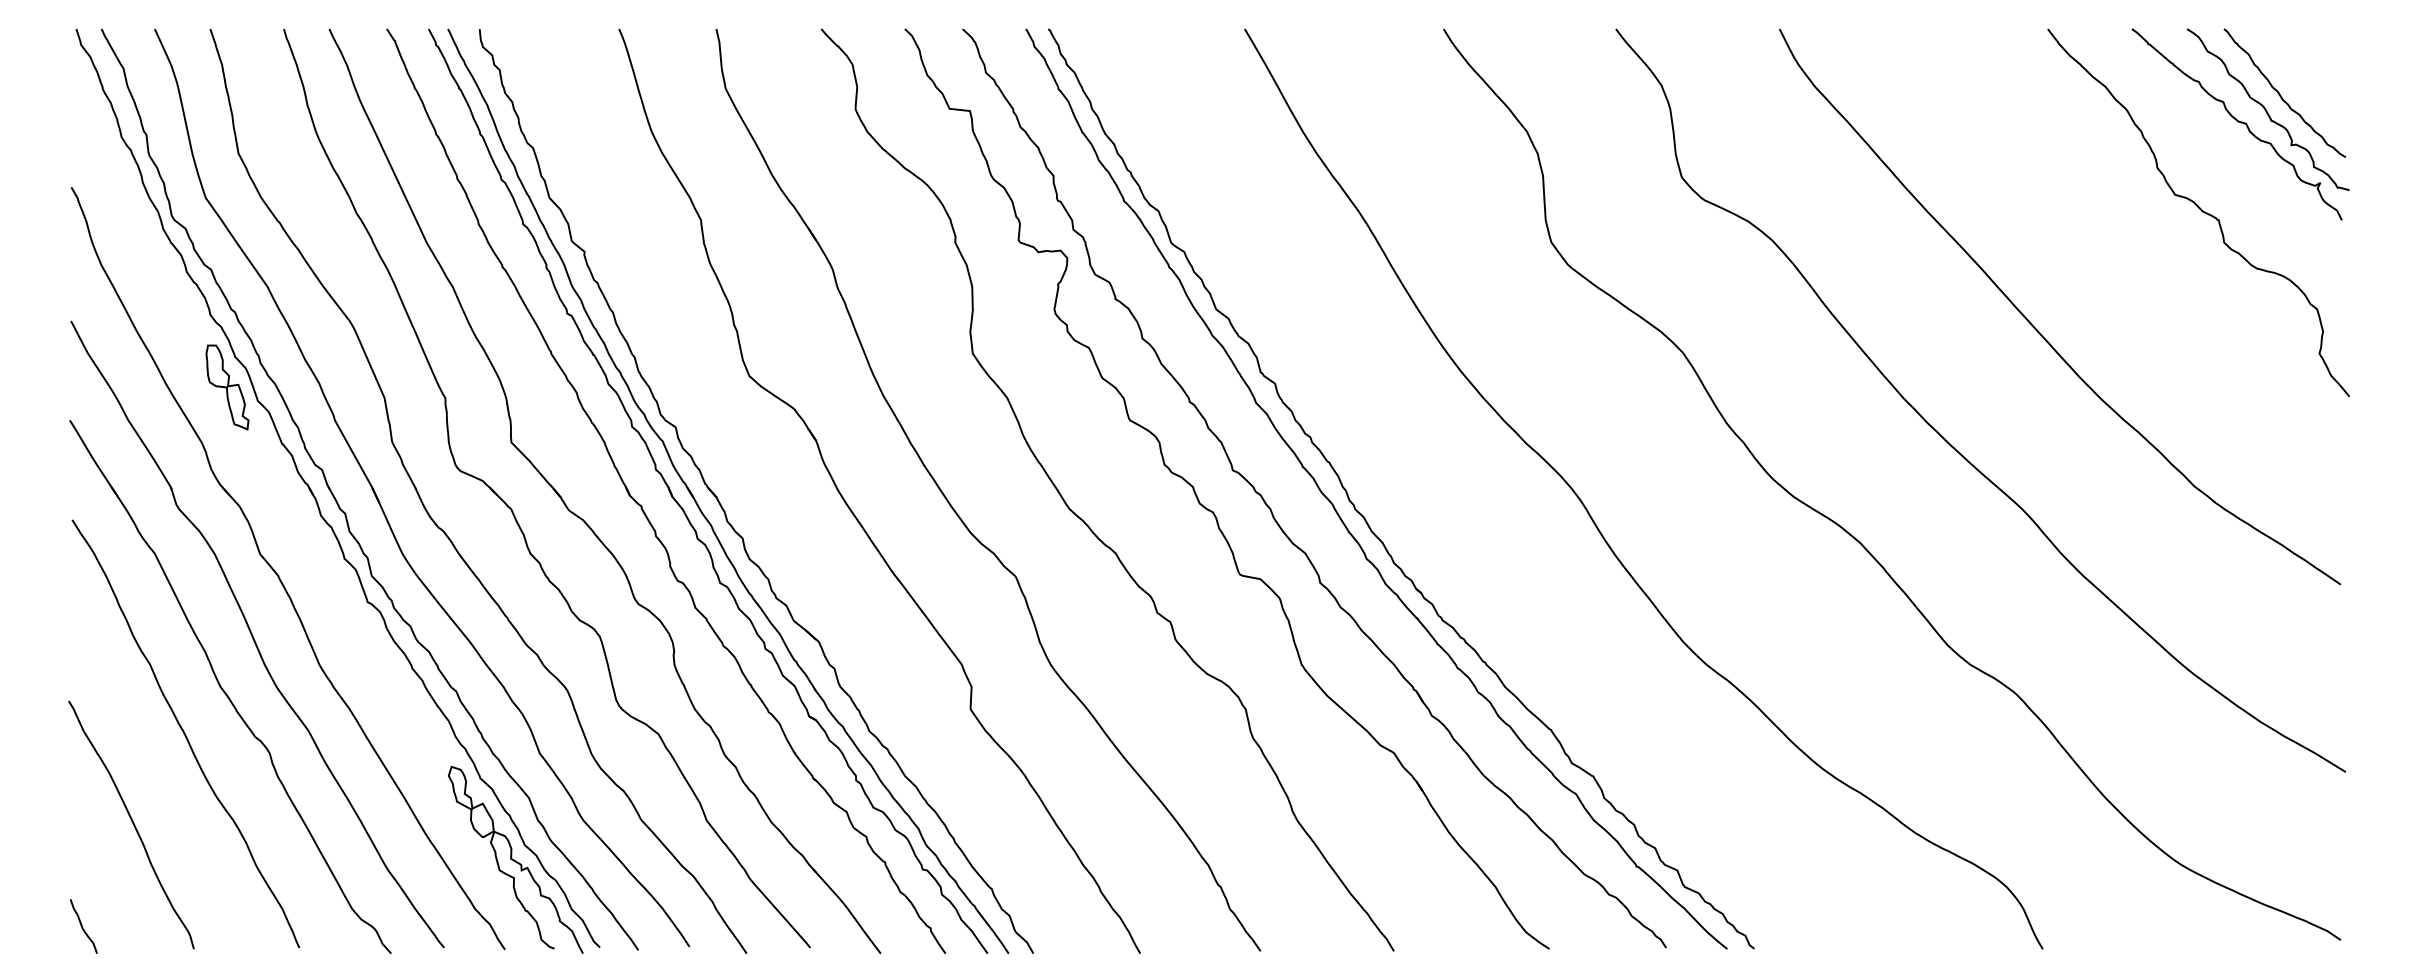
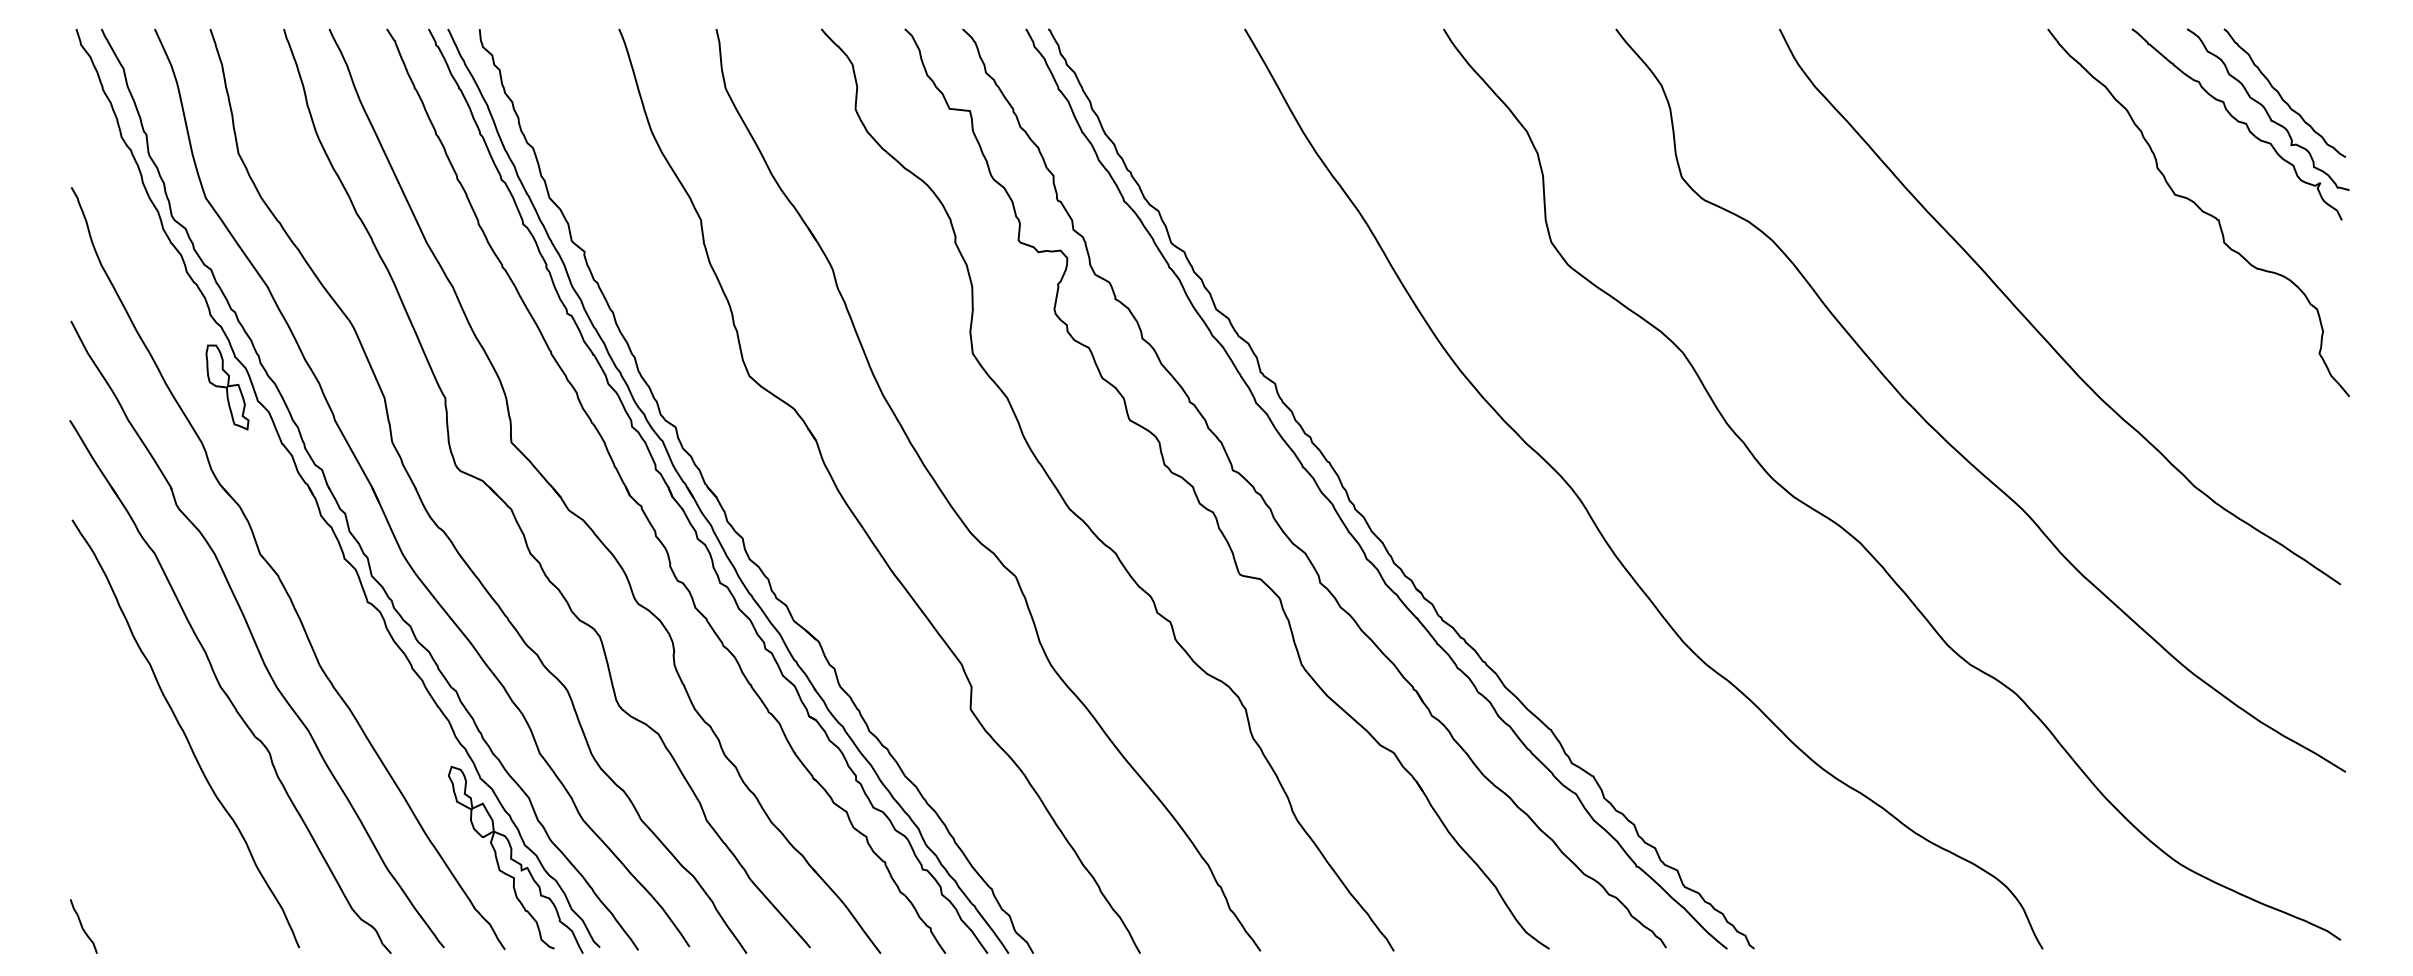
curve at (132, 824): present -> none
